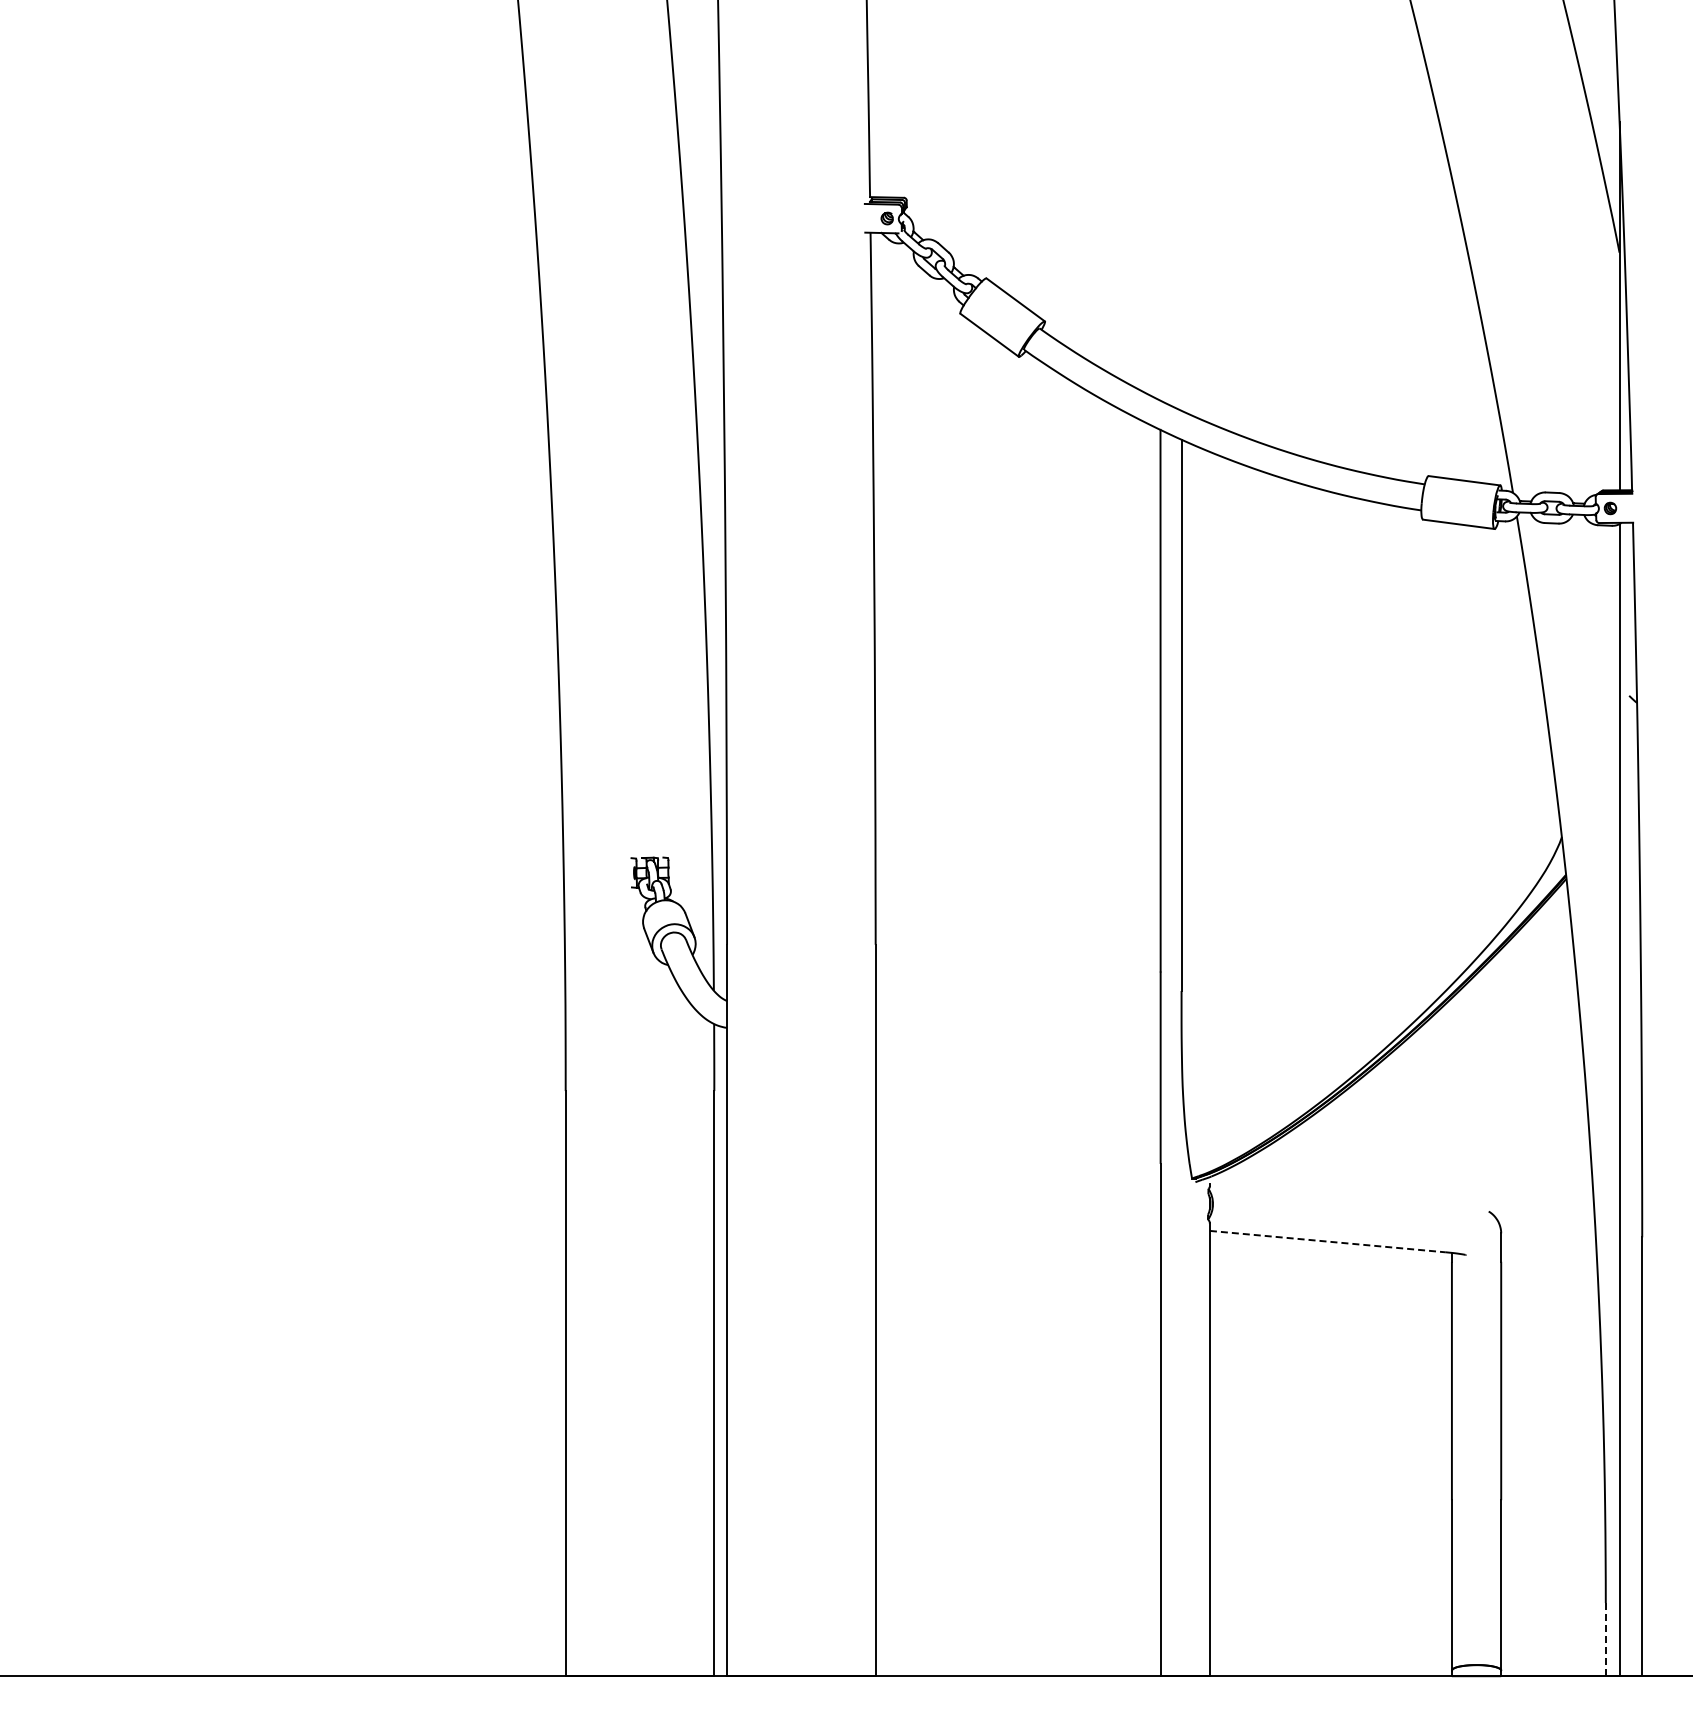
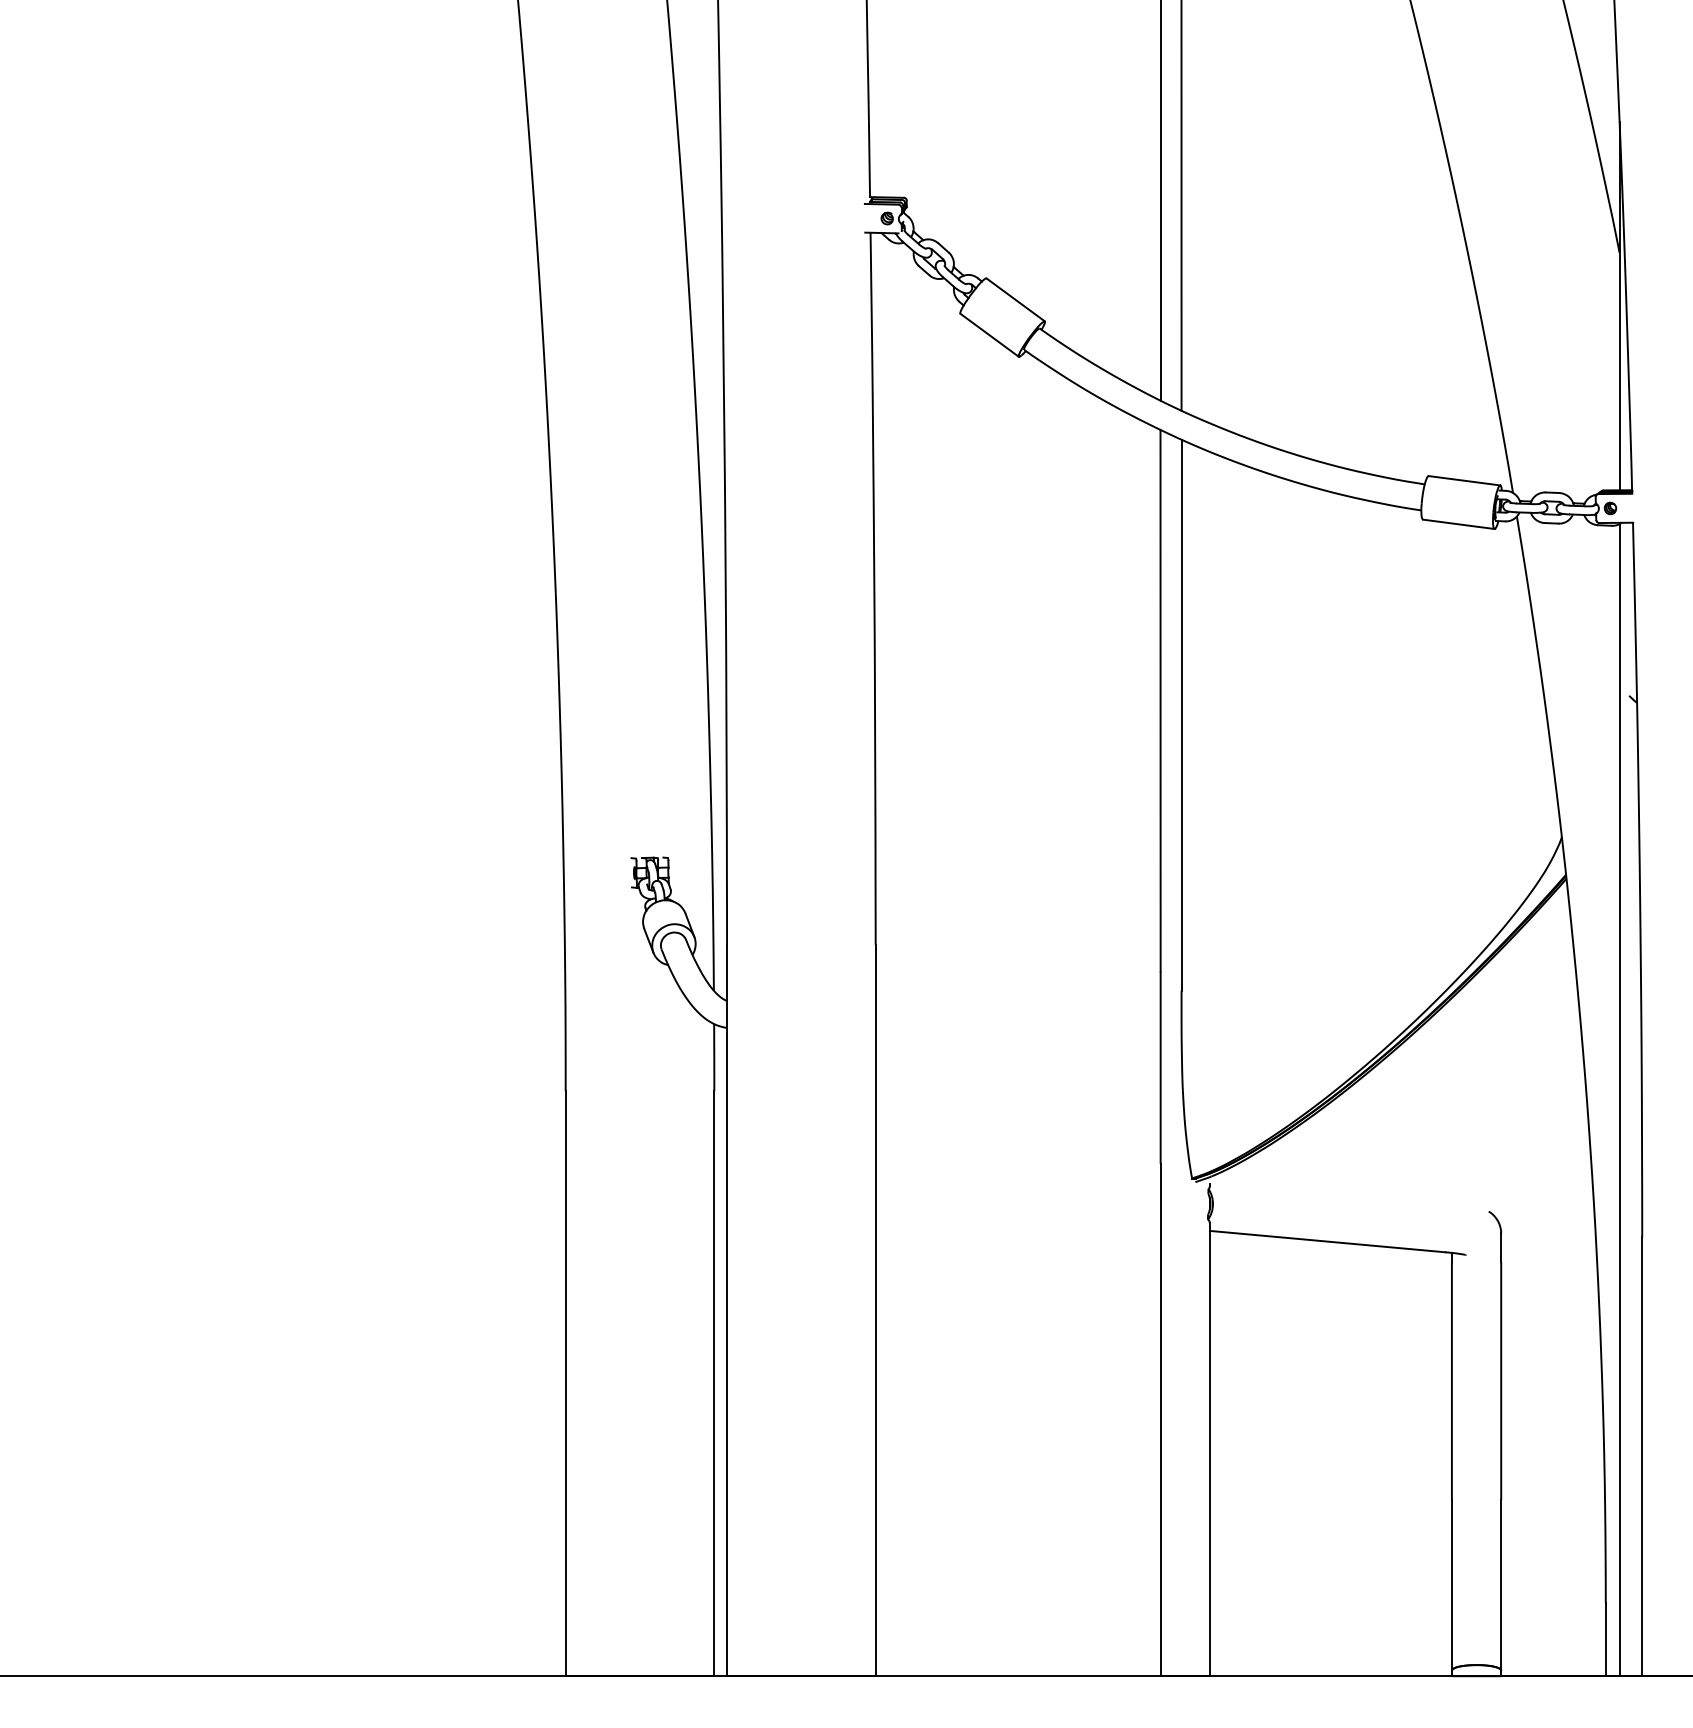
line at (1160, 201): none -> present
line at (1181, 206): none -> present
line at (1328, 1241): dashed -> solid
line at (1605, 1639): dashed -> solid
